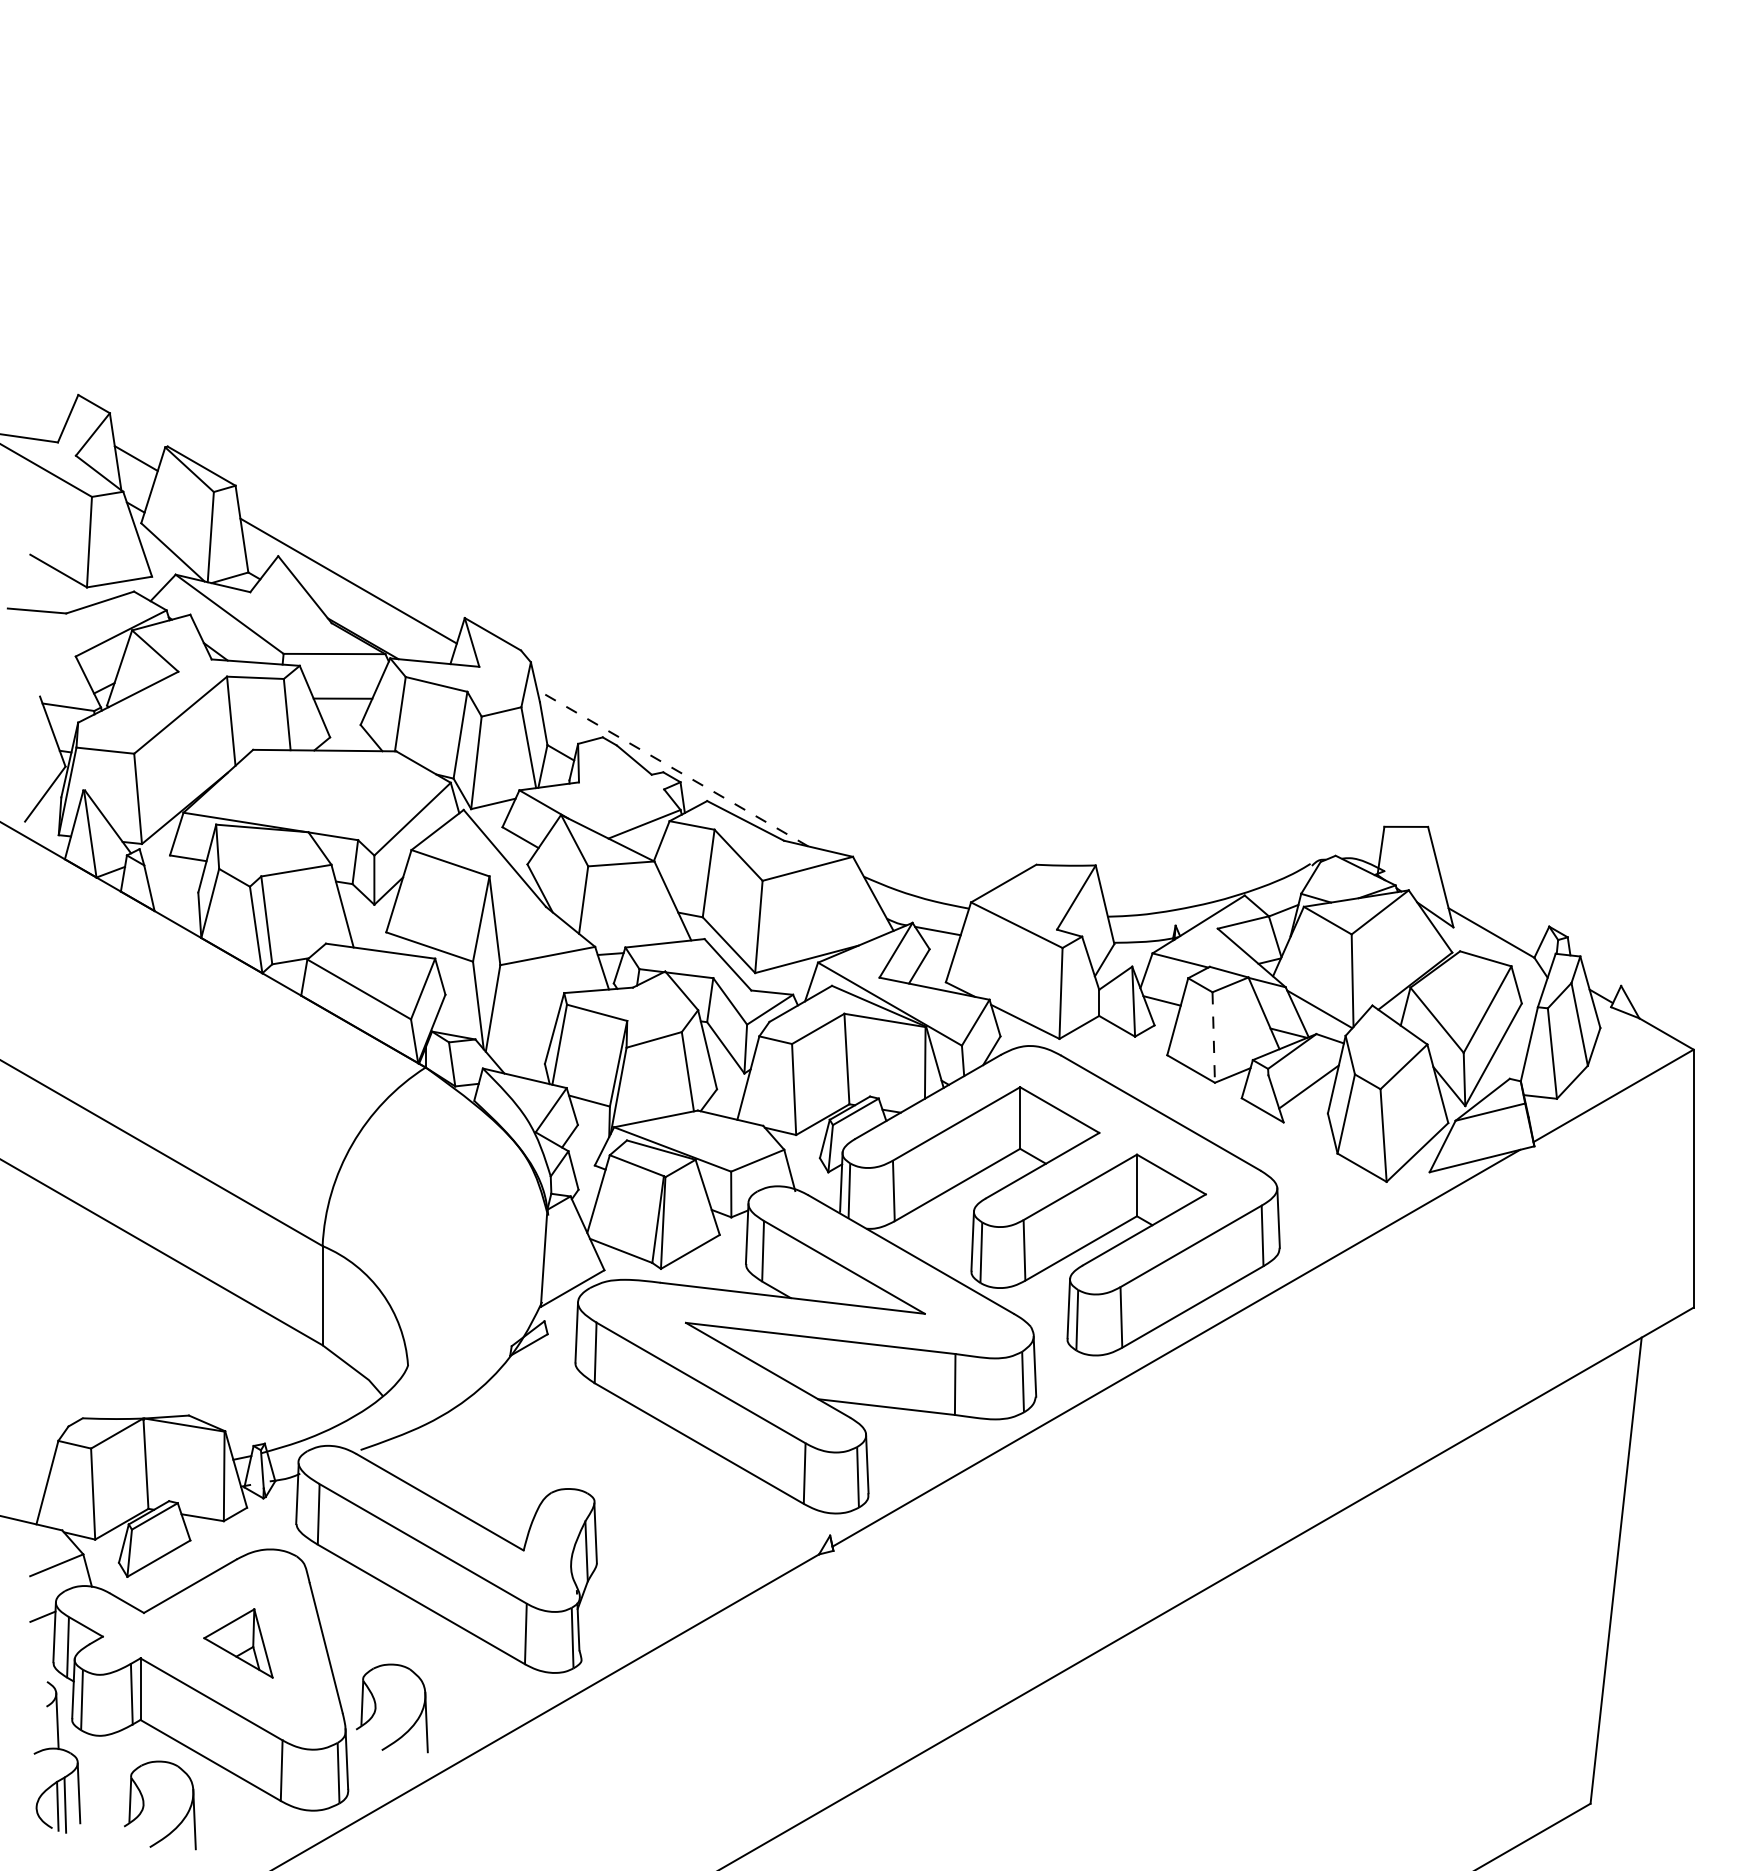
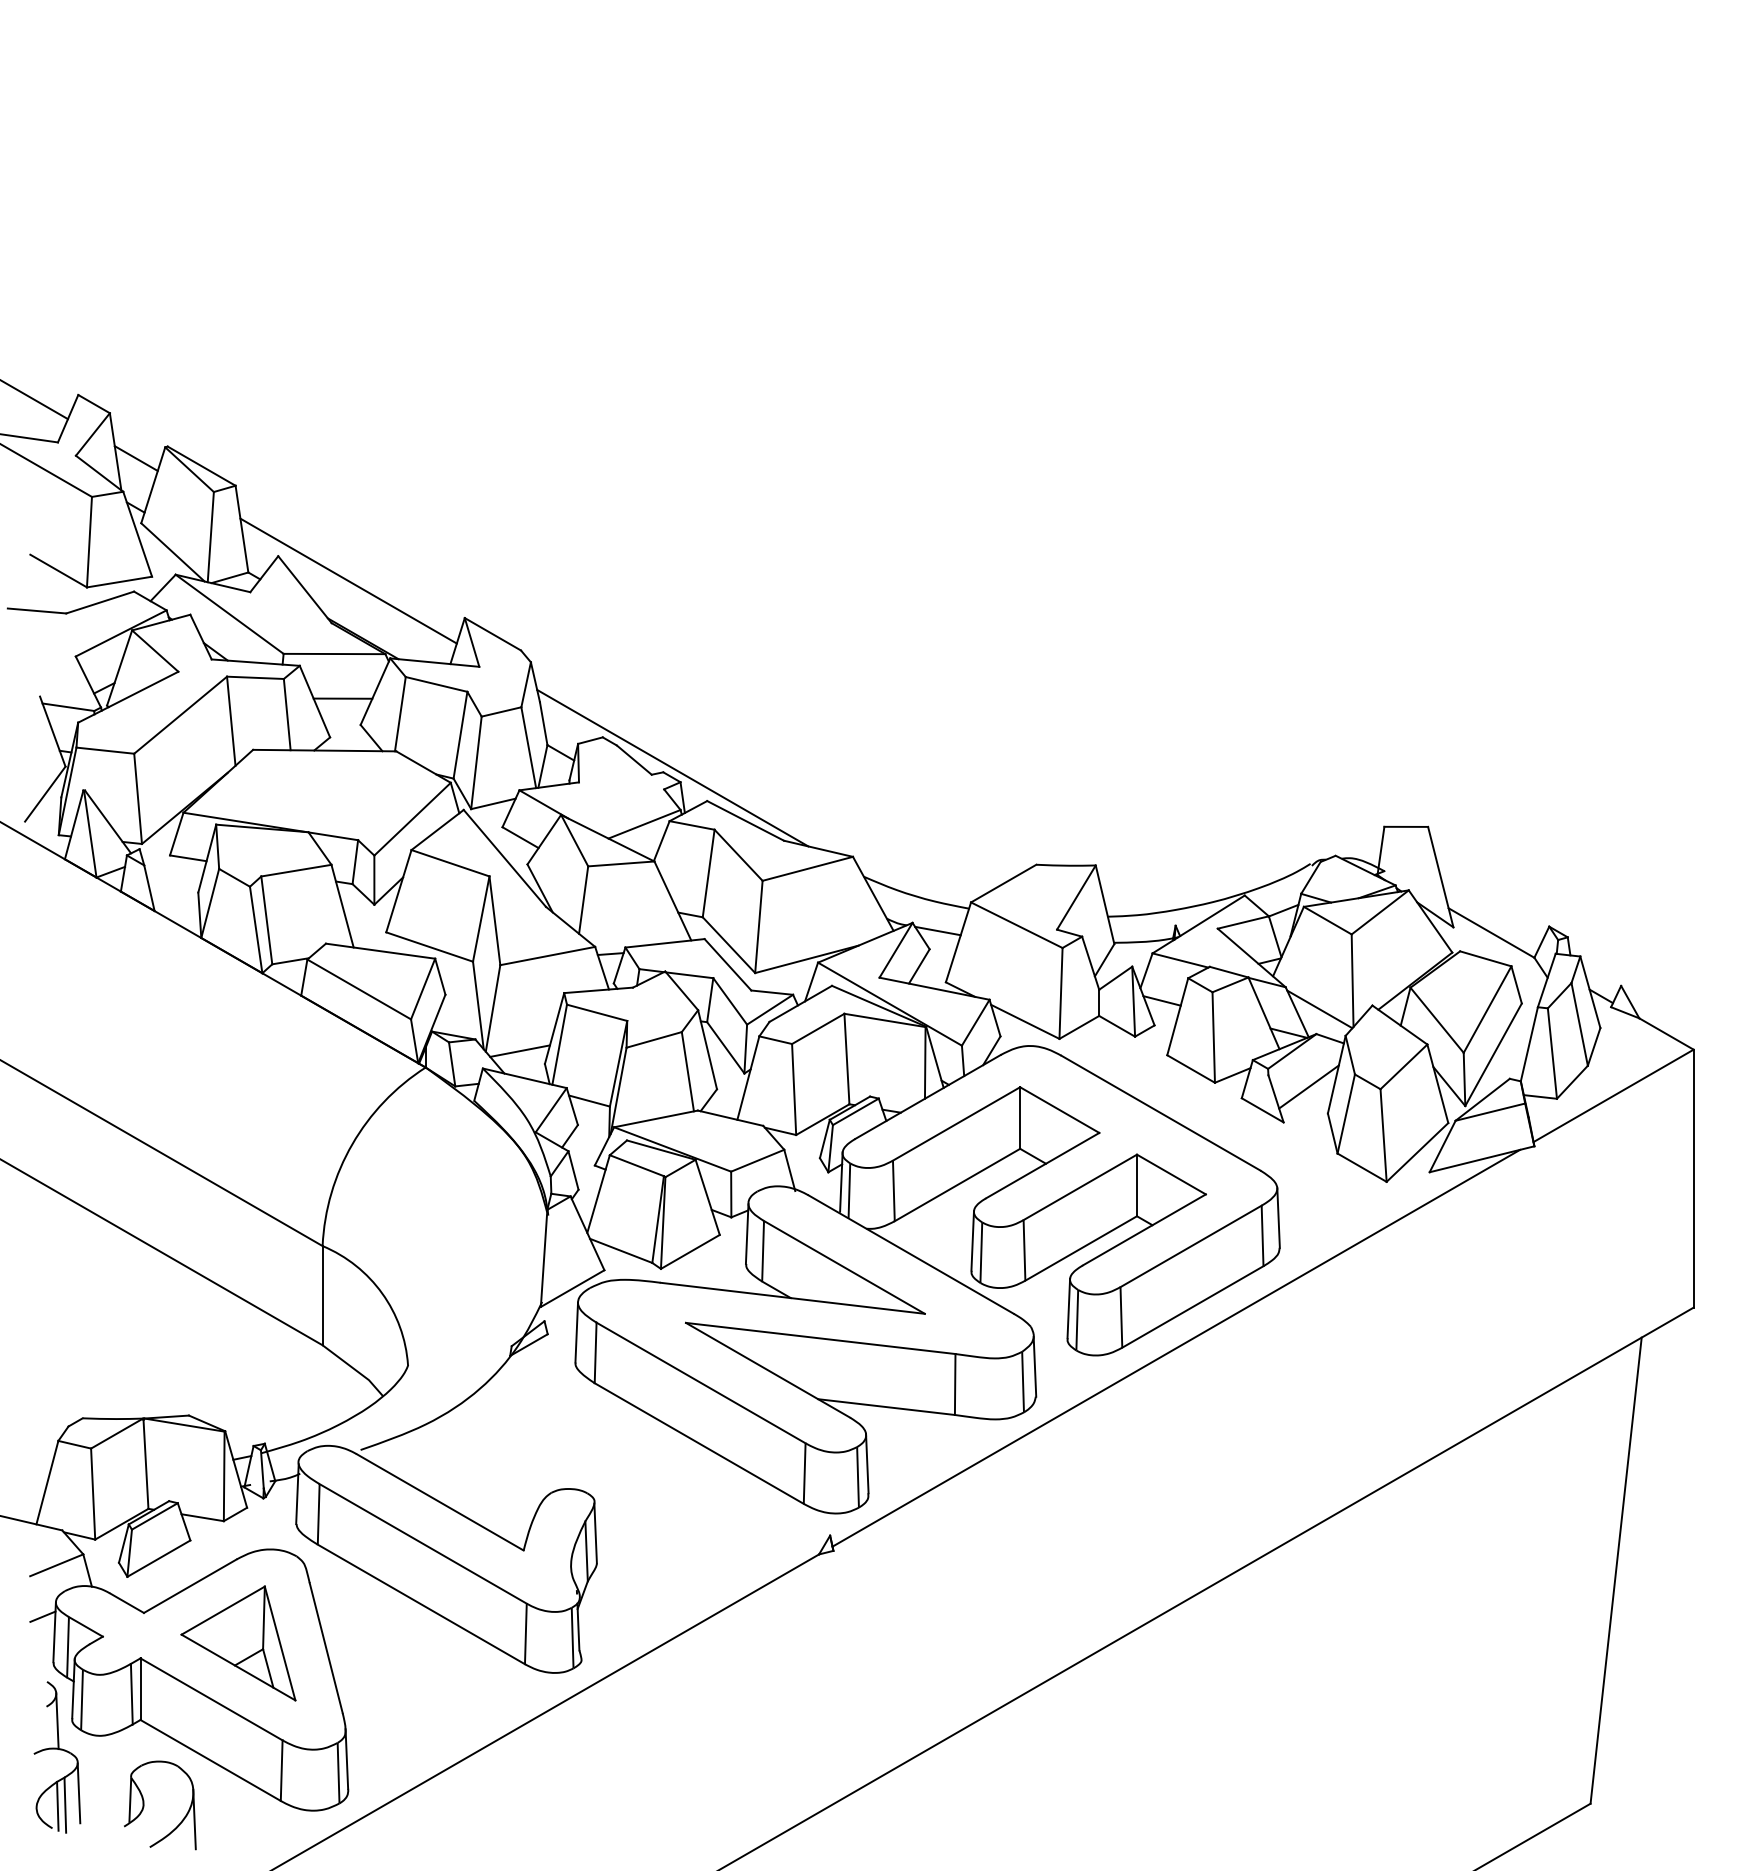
line at (34, 400): none -> present
line at (672, 768): dashed -> solid
line at (1213, 1038): dashed -> solid
line at (519, 1050): none -> present
part at (238, 1643) size: 71x71 px -> 117x117 px
part at (376, 1708): present -> none
